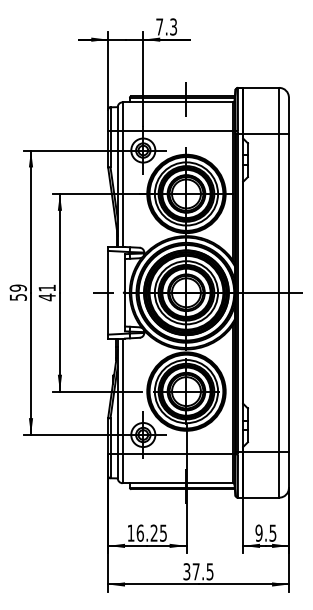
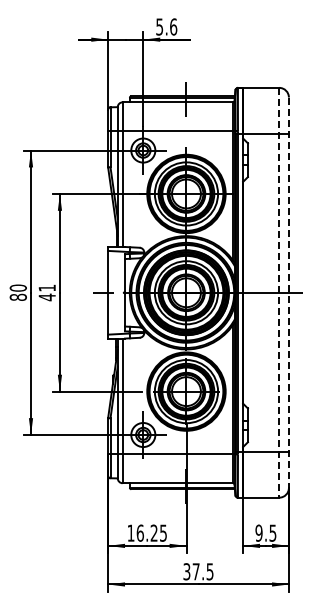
text at (166, 26): 7.3 -> 5.6
text at (17, 292): 59 -> 80
line at (279, 292): solid -> dashed
line at (288, 293): solid -> dashed
